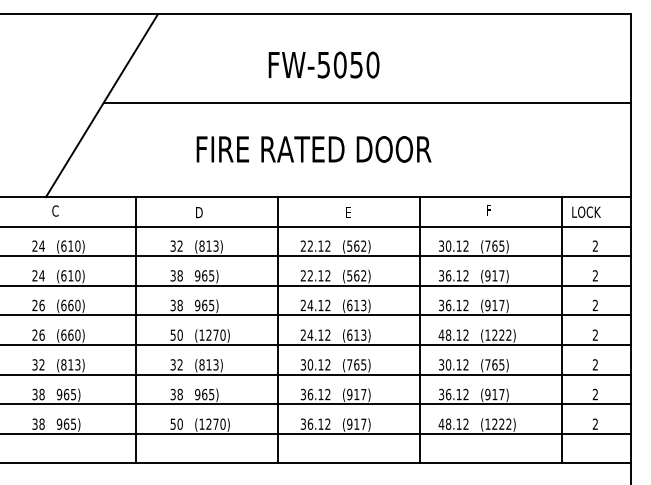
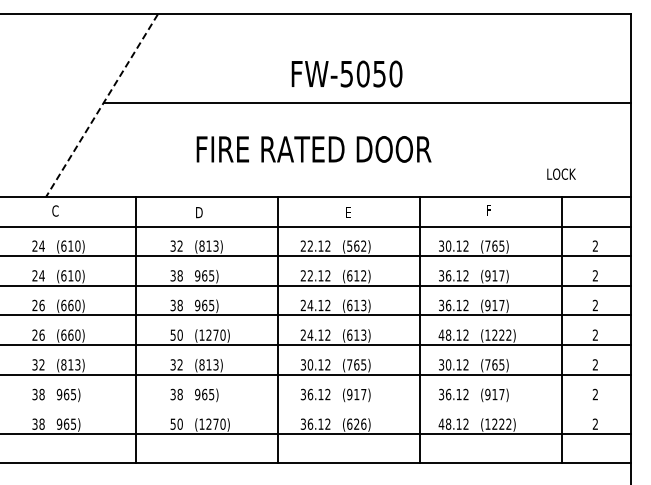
text at (323, 64) position: (323, 64) -> (346, 73)
line at (101, 106): solid -> dashed
text at (586, 211) position: (586, 211) -> (561, 173)
text at (353, 275): (562) -> (612)
line at (316, 404): present -> none
text at (356, 423): (917) -> (626)
